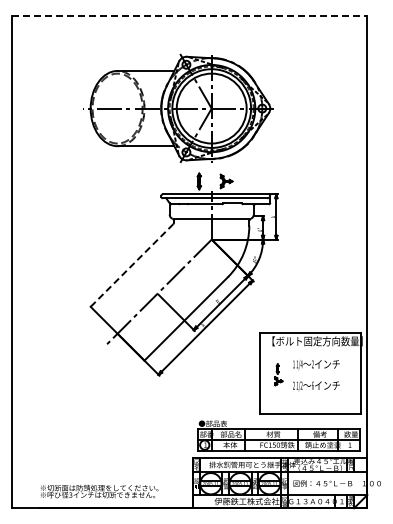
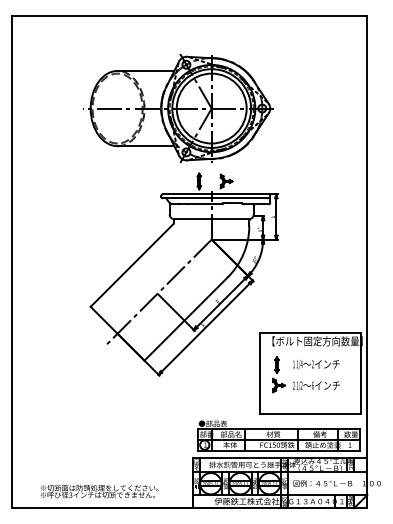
line at (189, 15): dashed -> solid
line at (132, 265): dashed -> solid
part at (278, 374) size: 10x24 px -> 14x38 px
